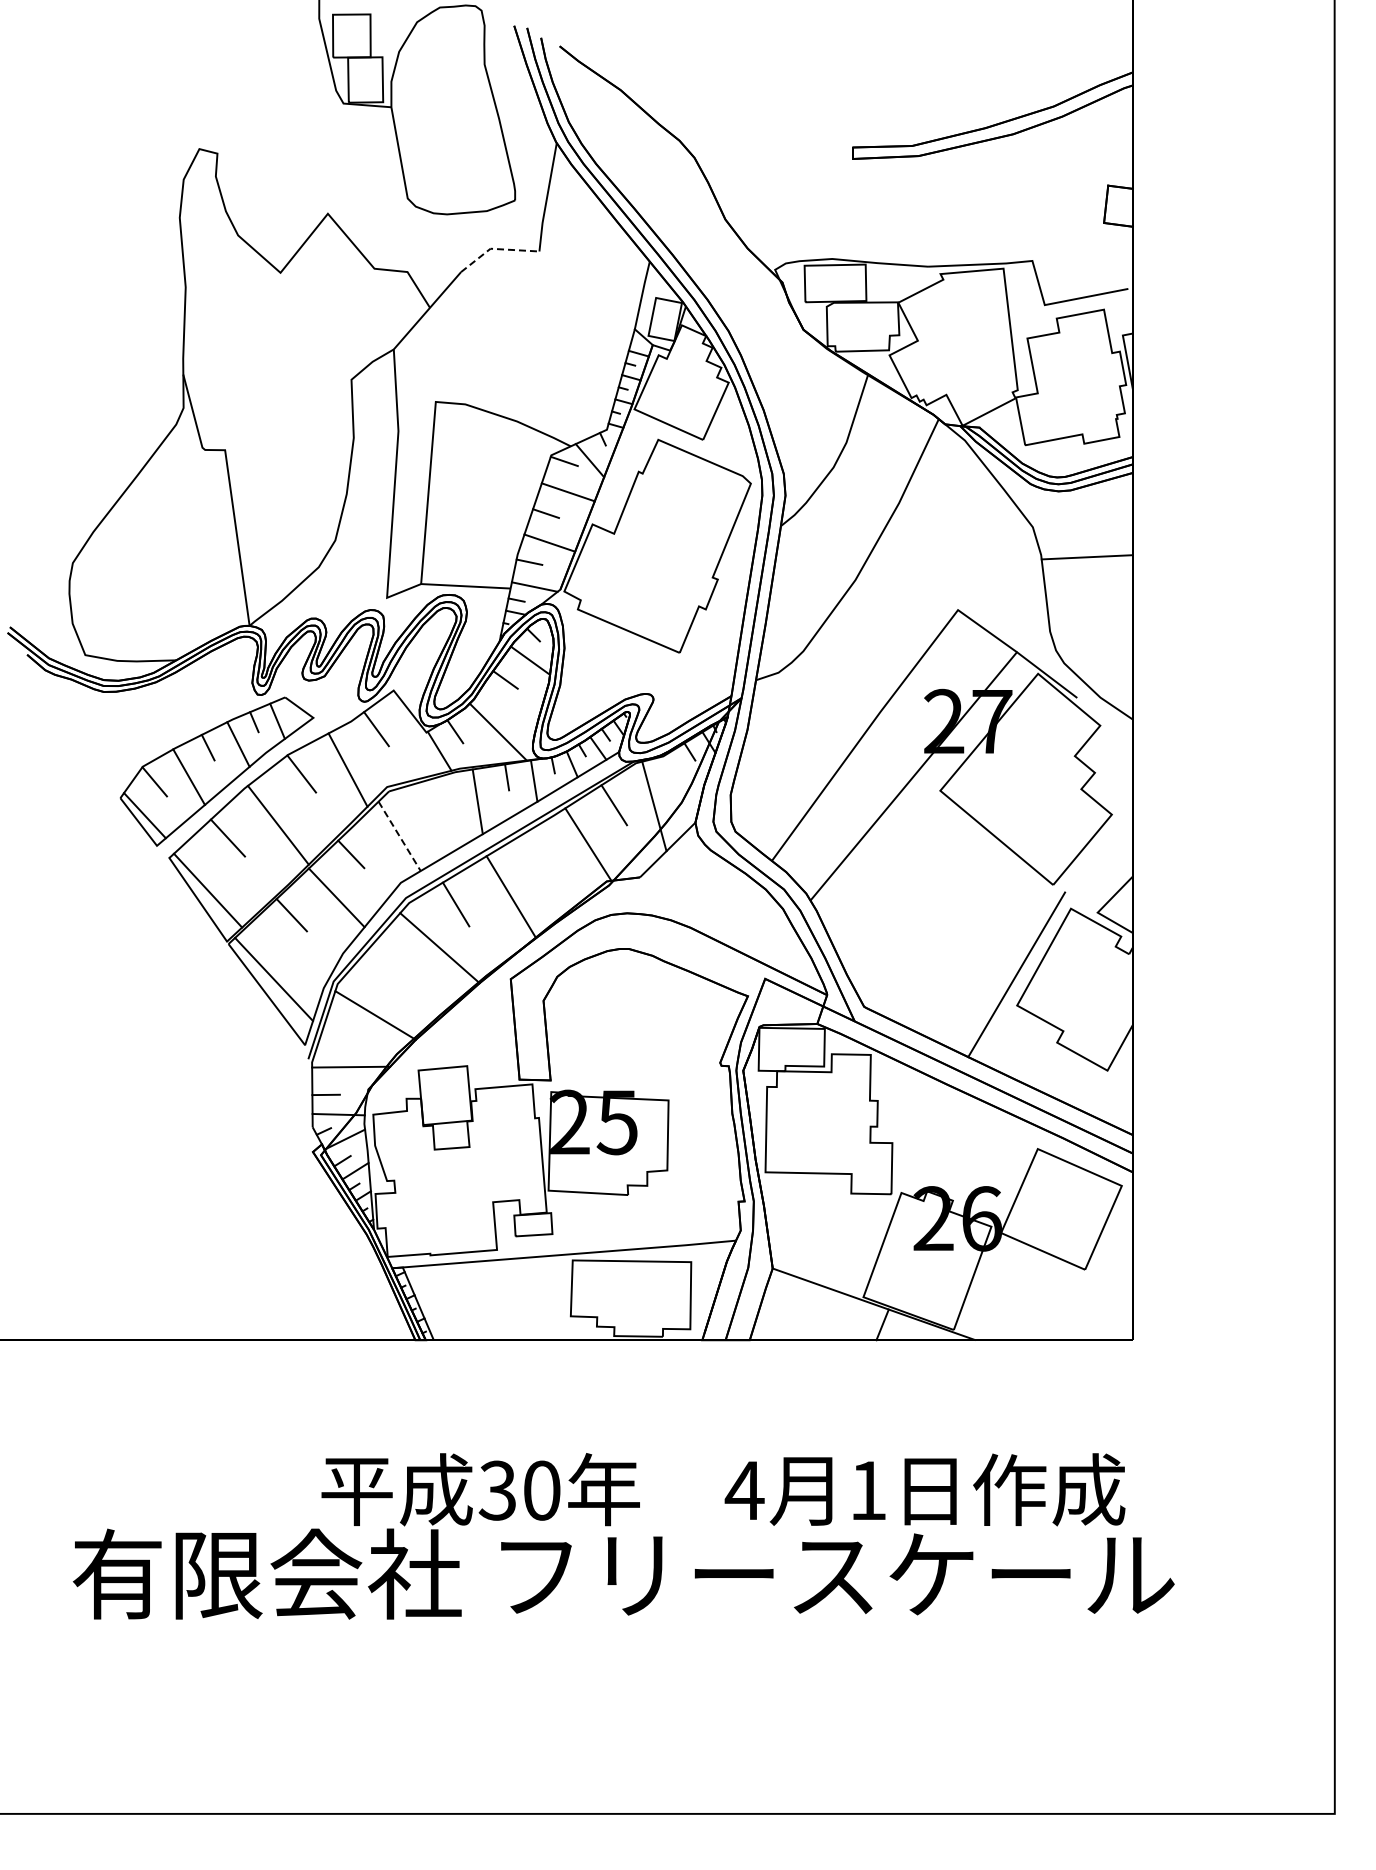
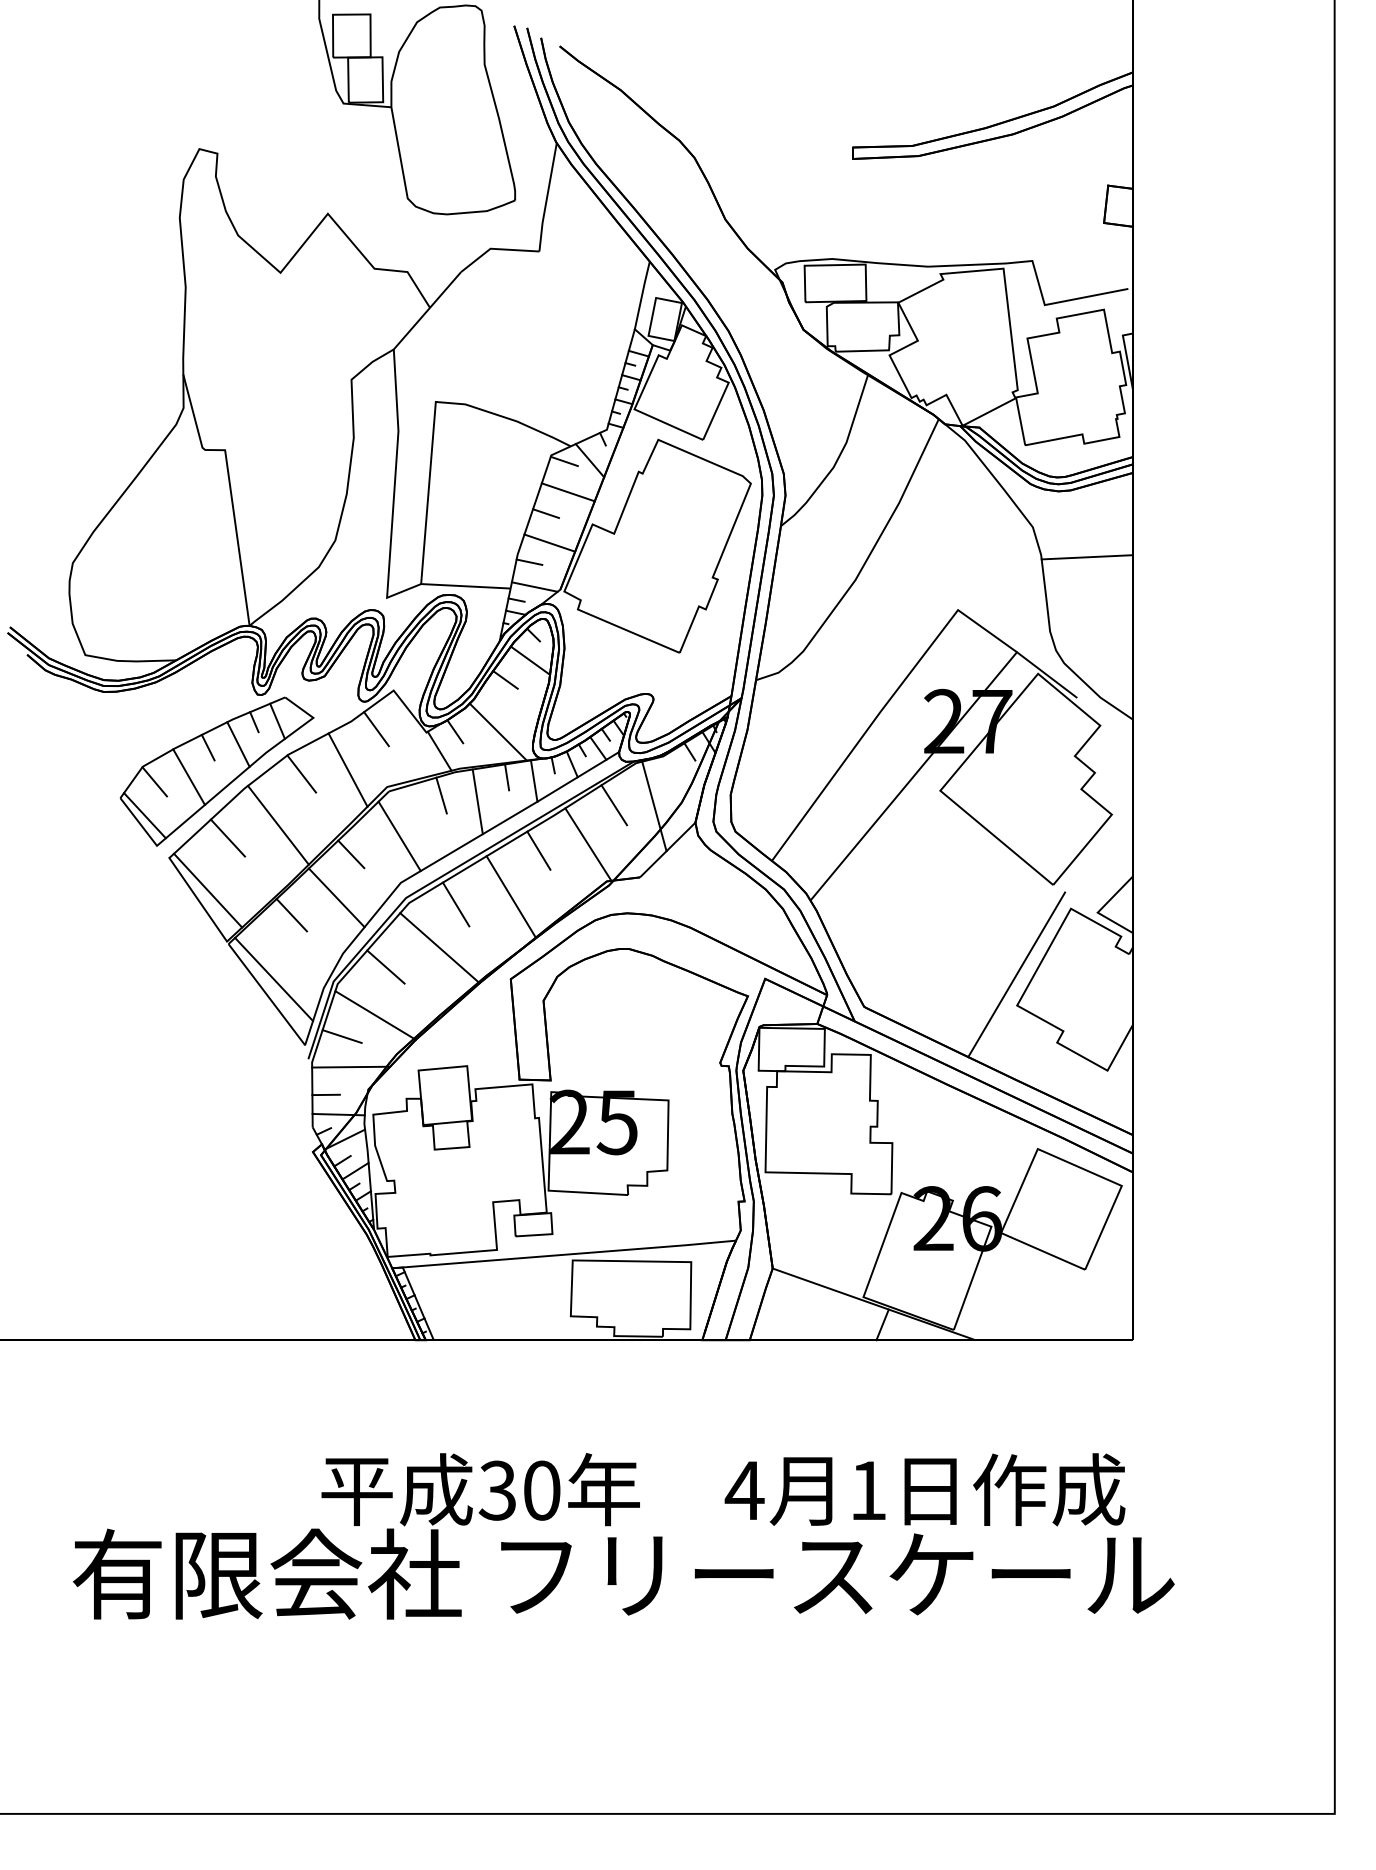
line at (495, 249): dashed -> solid
line at (441, 795): none -> present
line at (399, 836): dashed -> solid
line at (538, 850): none -> present
line at (385, 966): none -> present
line at (341, 1036): none -> present
